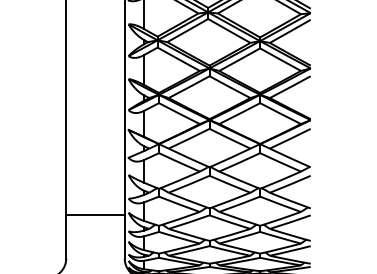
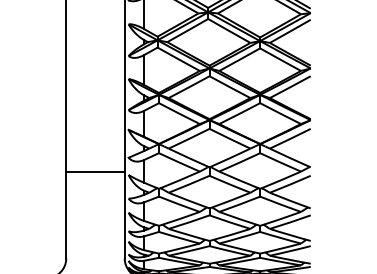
line at (95, 214) position: (95, 214) -> (95, 171)
